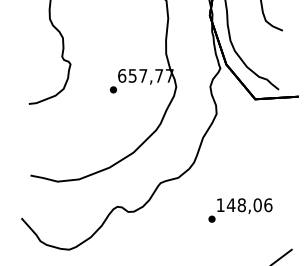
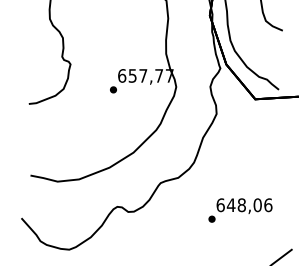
text at (220, 205): 148,06 -> 648,06
